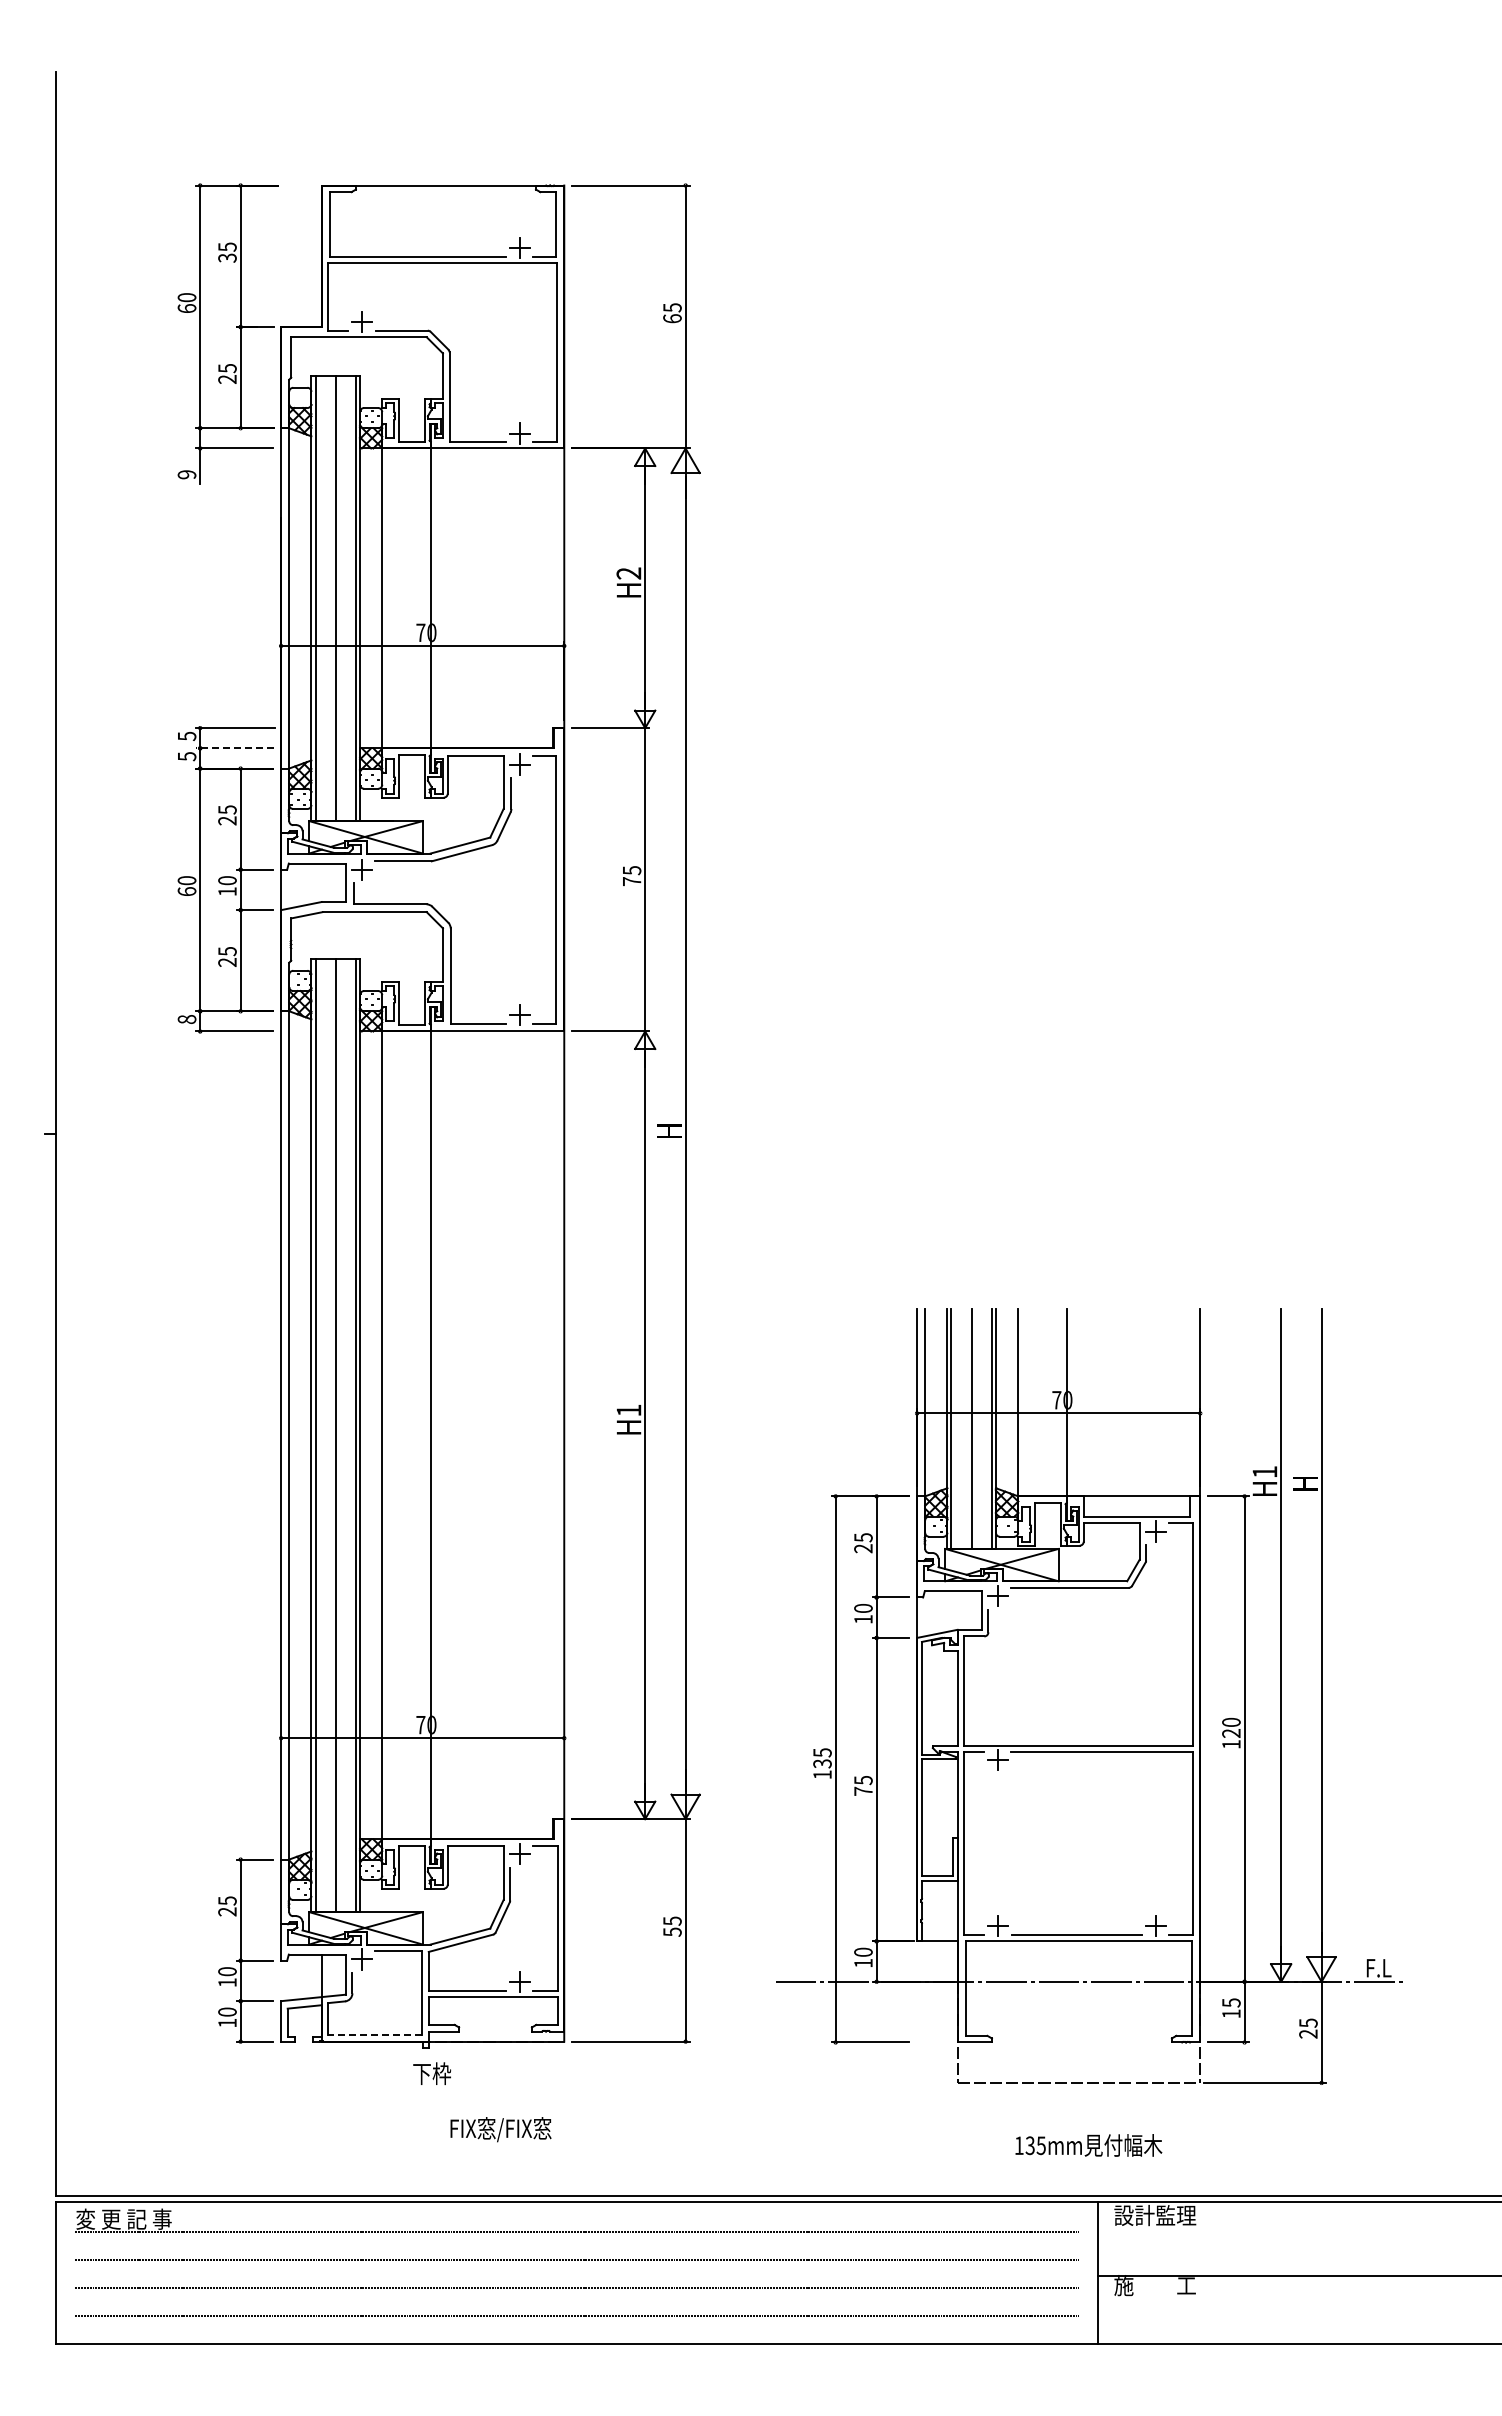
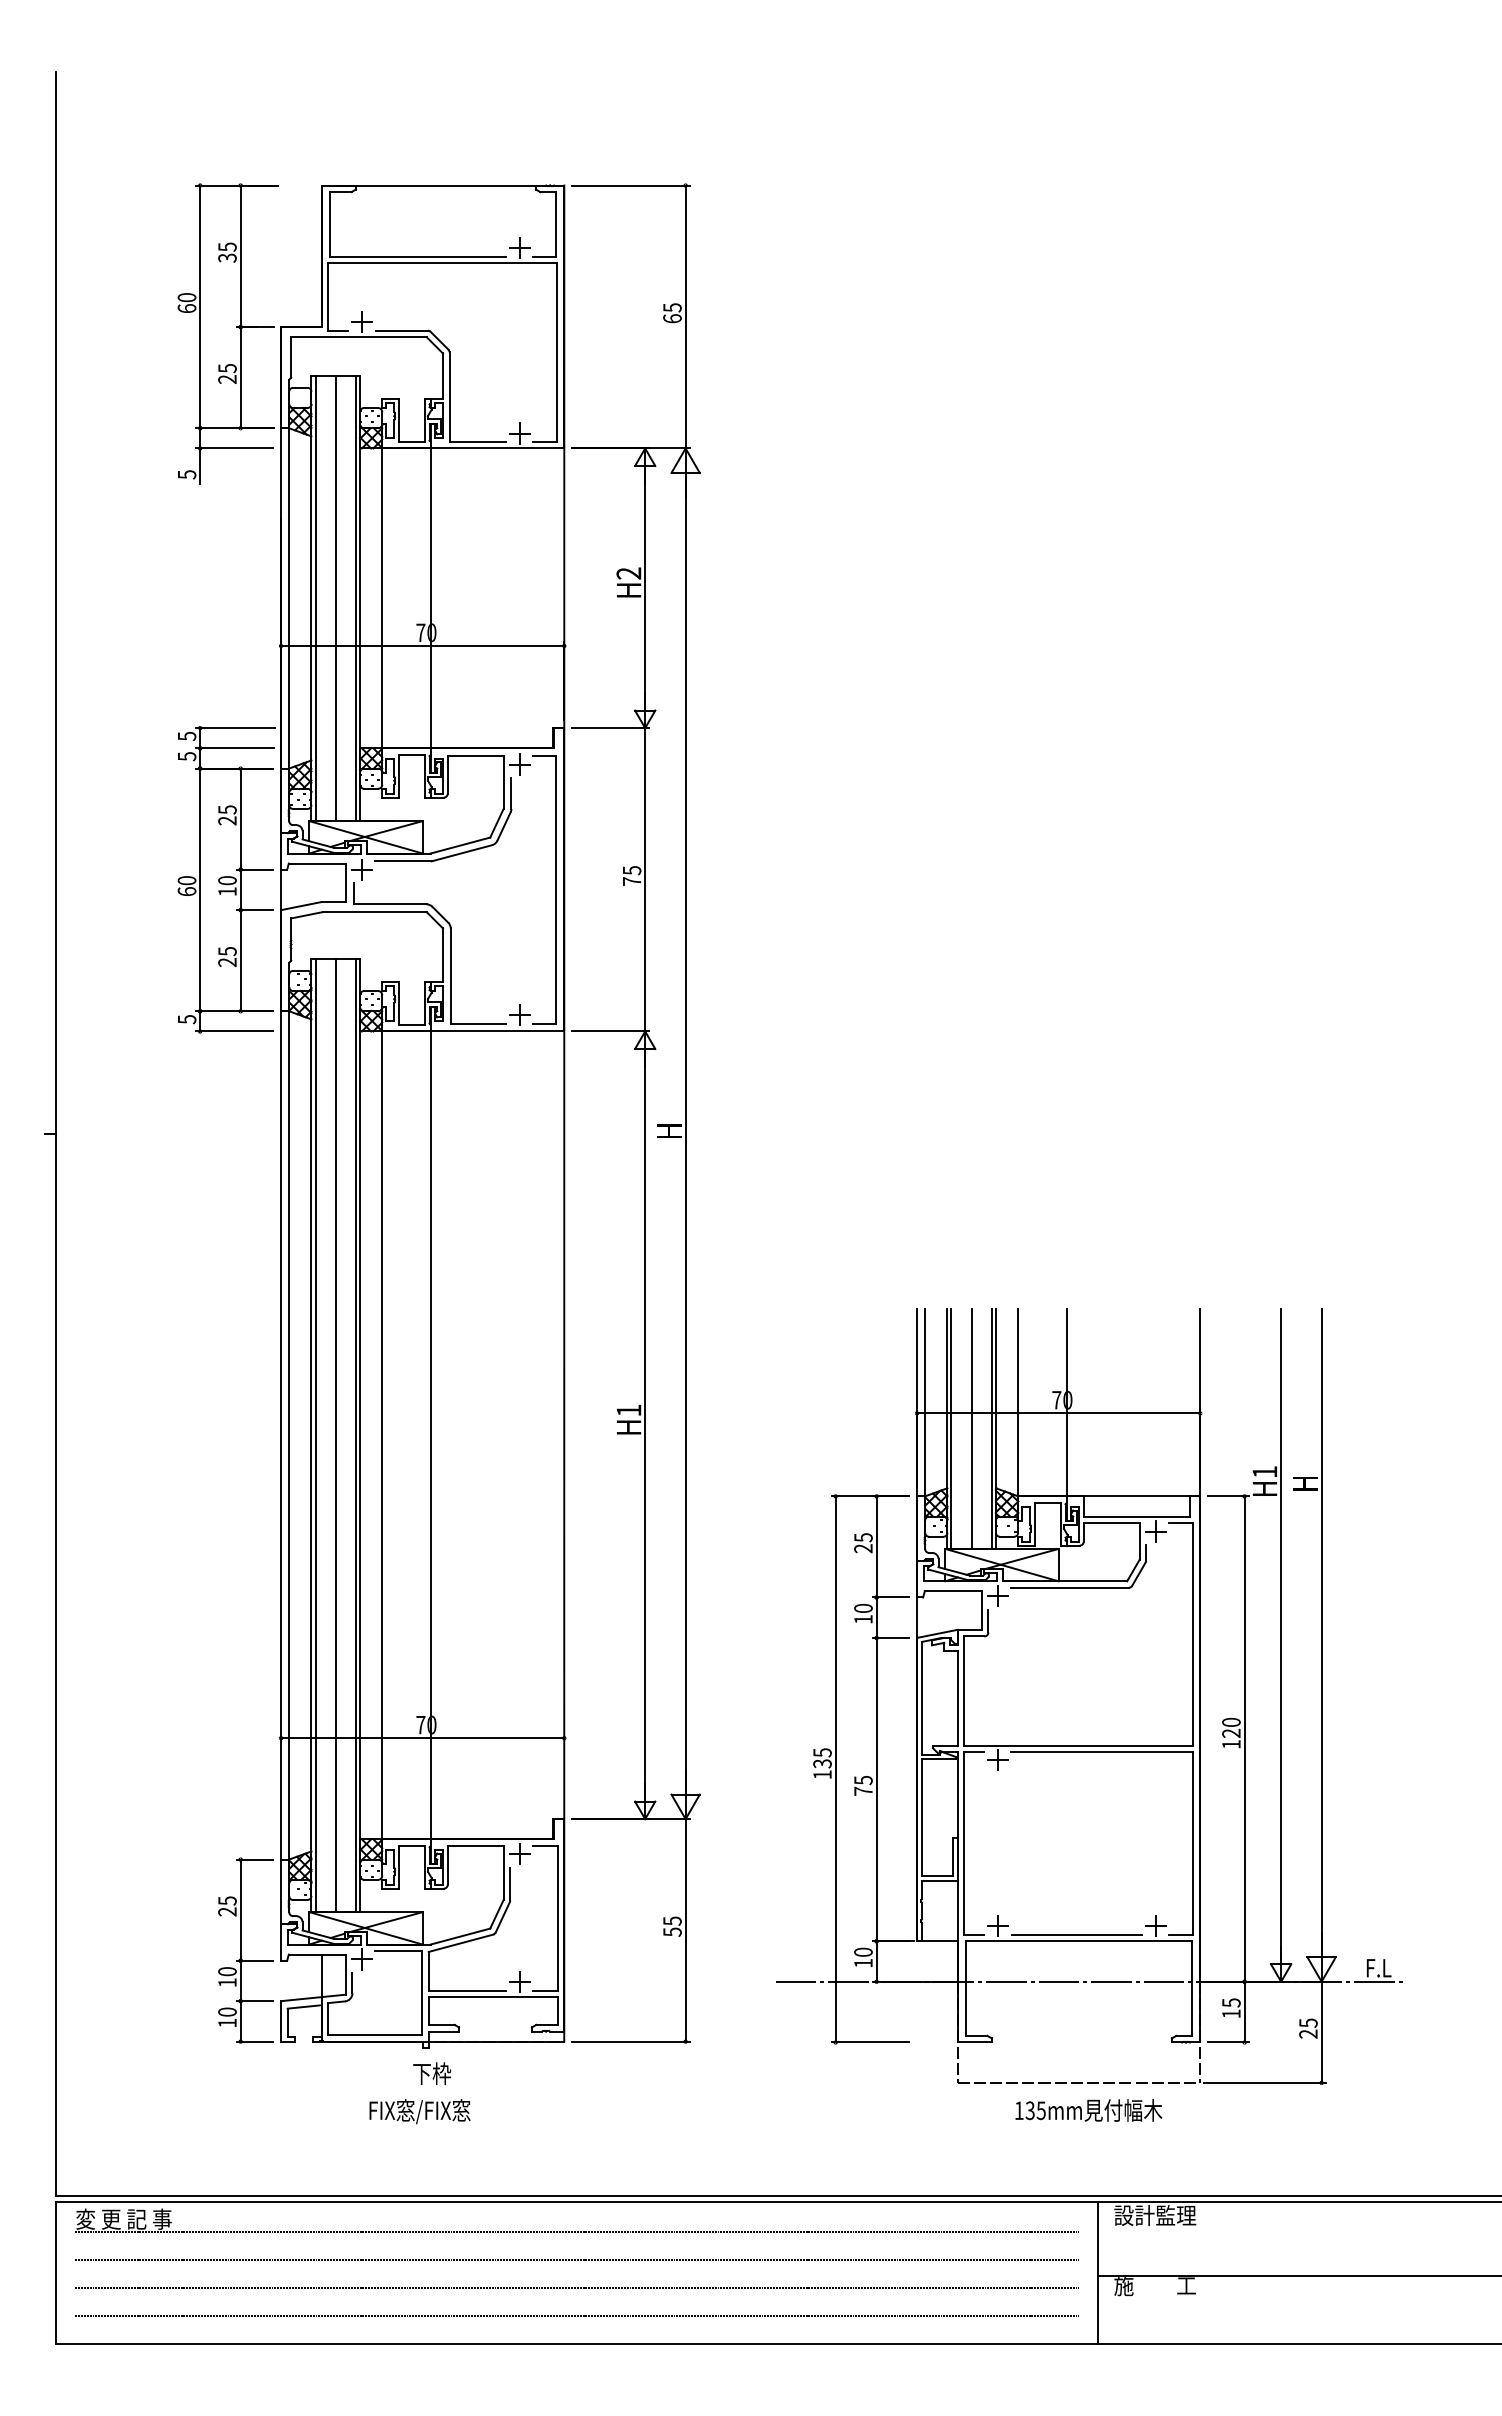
text at (186, 474): 9 -> 5
line at (235, 748): dashed -> solid
text at (186, 1019): 8 -> 5
line at (374, 2035): dashed -> solid
text at (500, 2129) position: (500, 2129) -> (419, 2111)
text at (1088, 2145) position: (1088, 2145) -> (1088, 2110)
